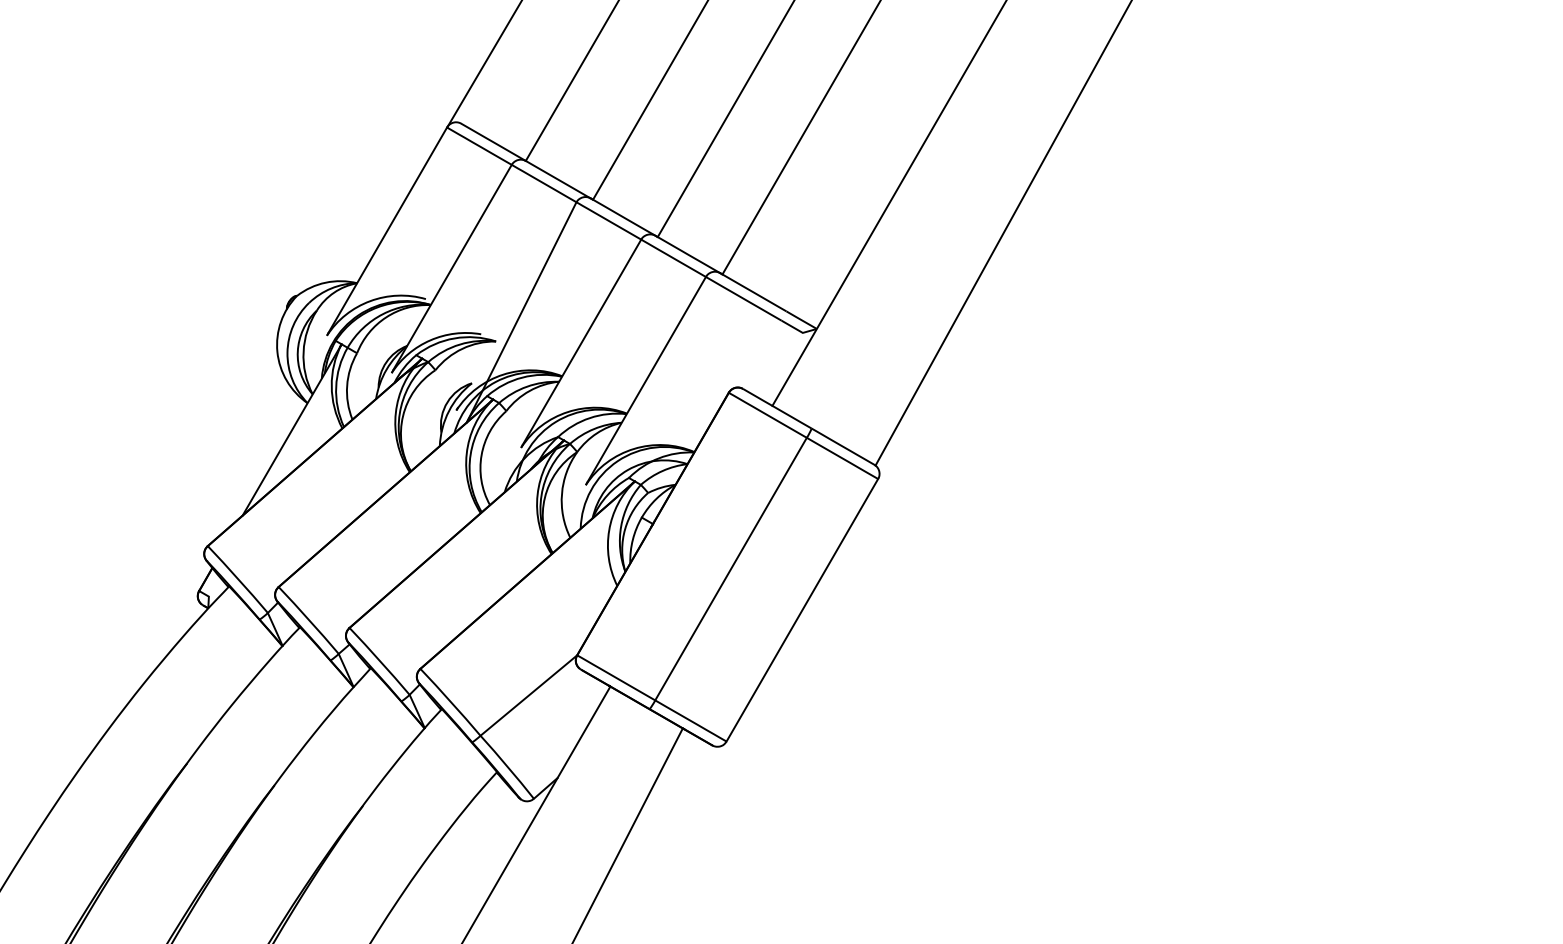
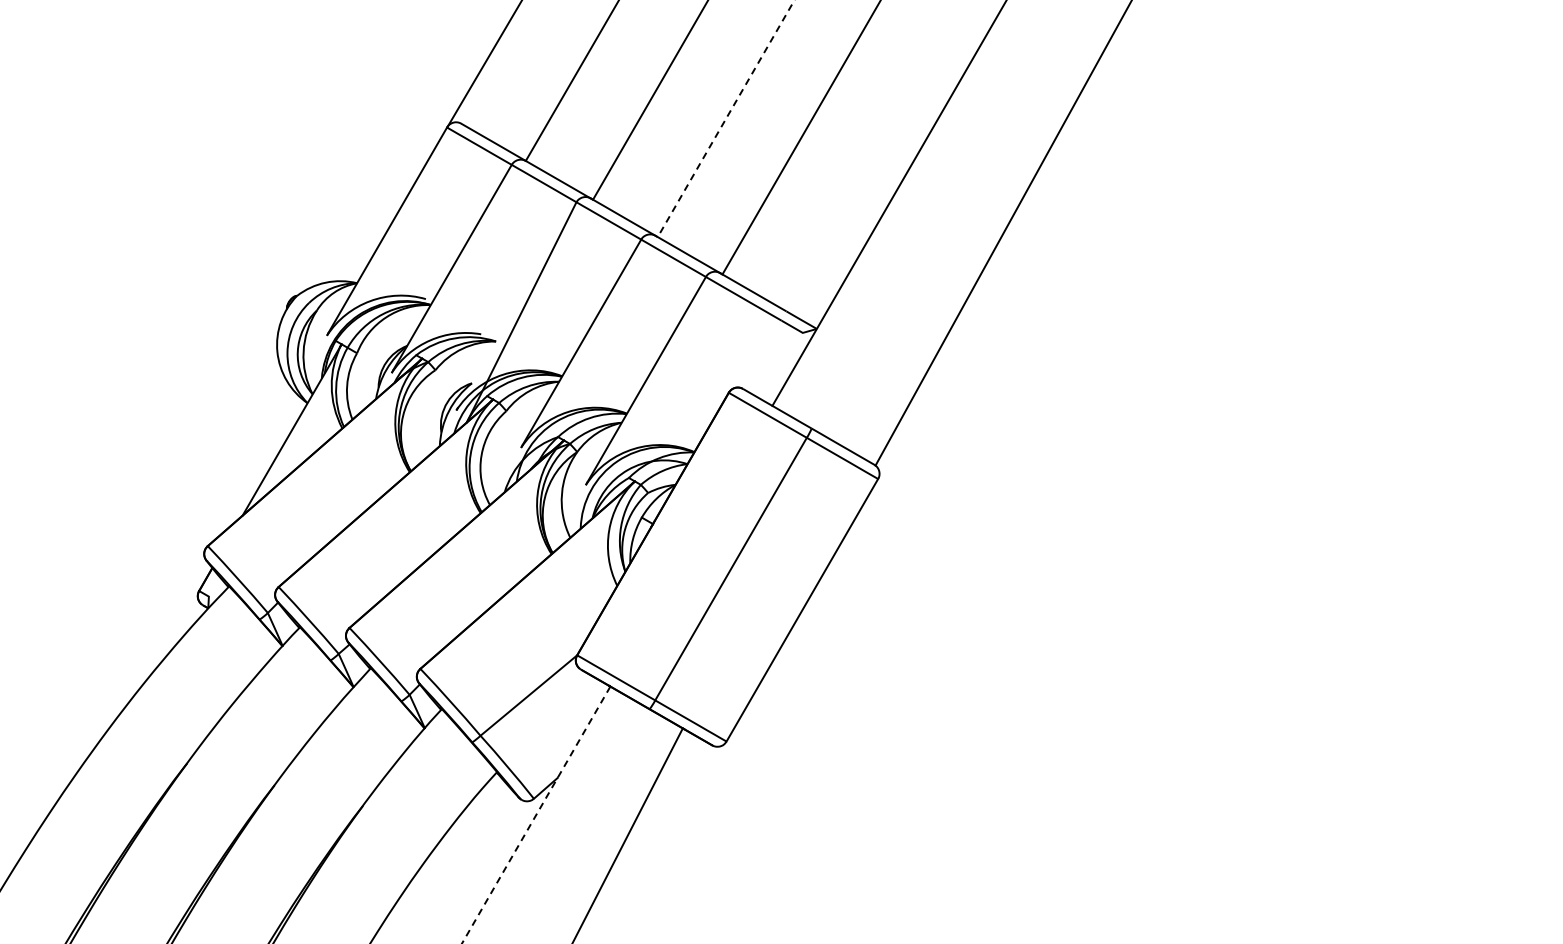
line at (725, 119): solid -> dashed
line at (535, 815): solid -> dashed
